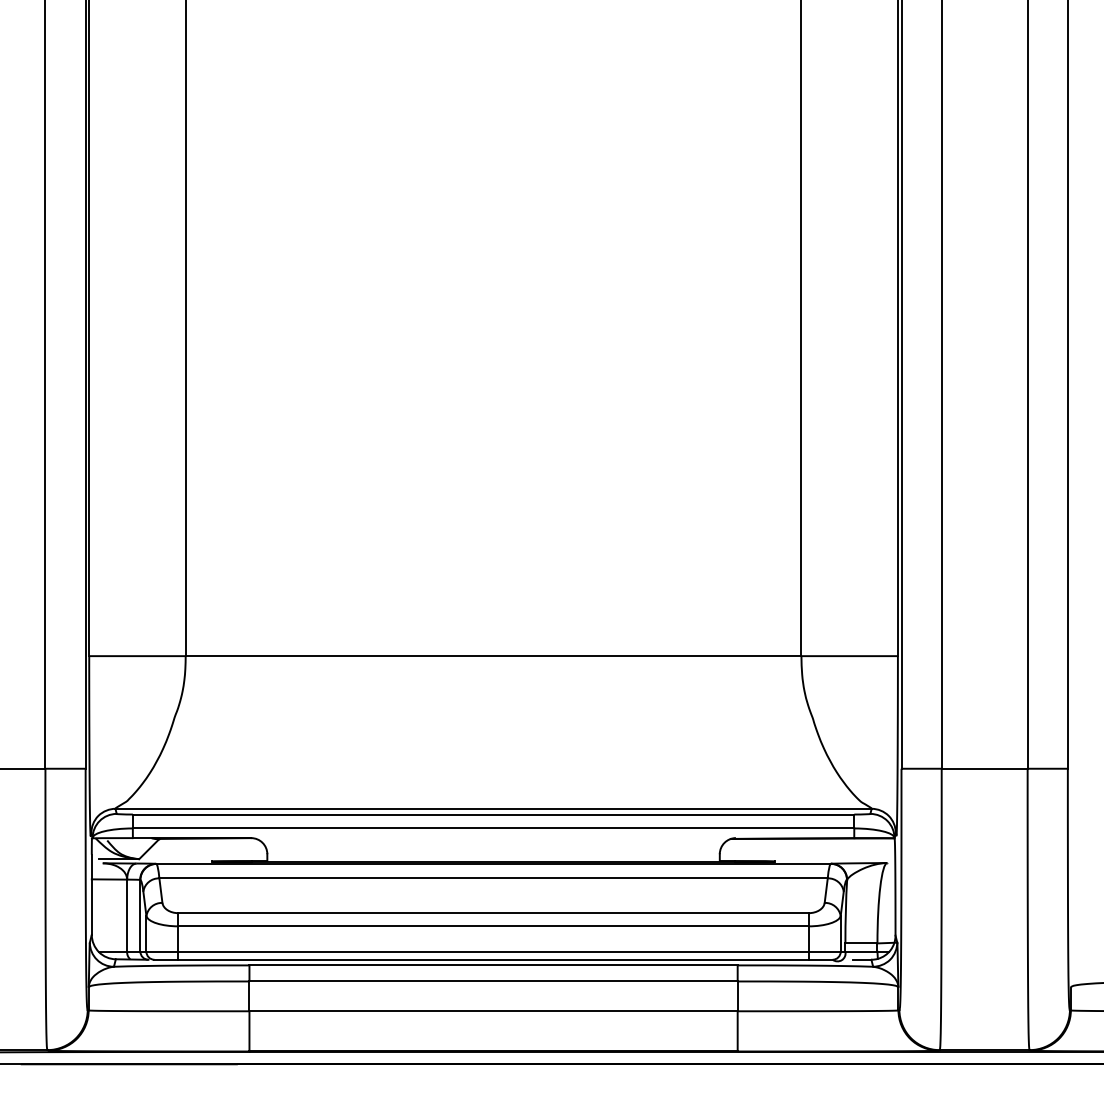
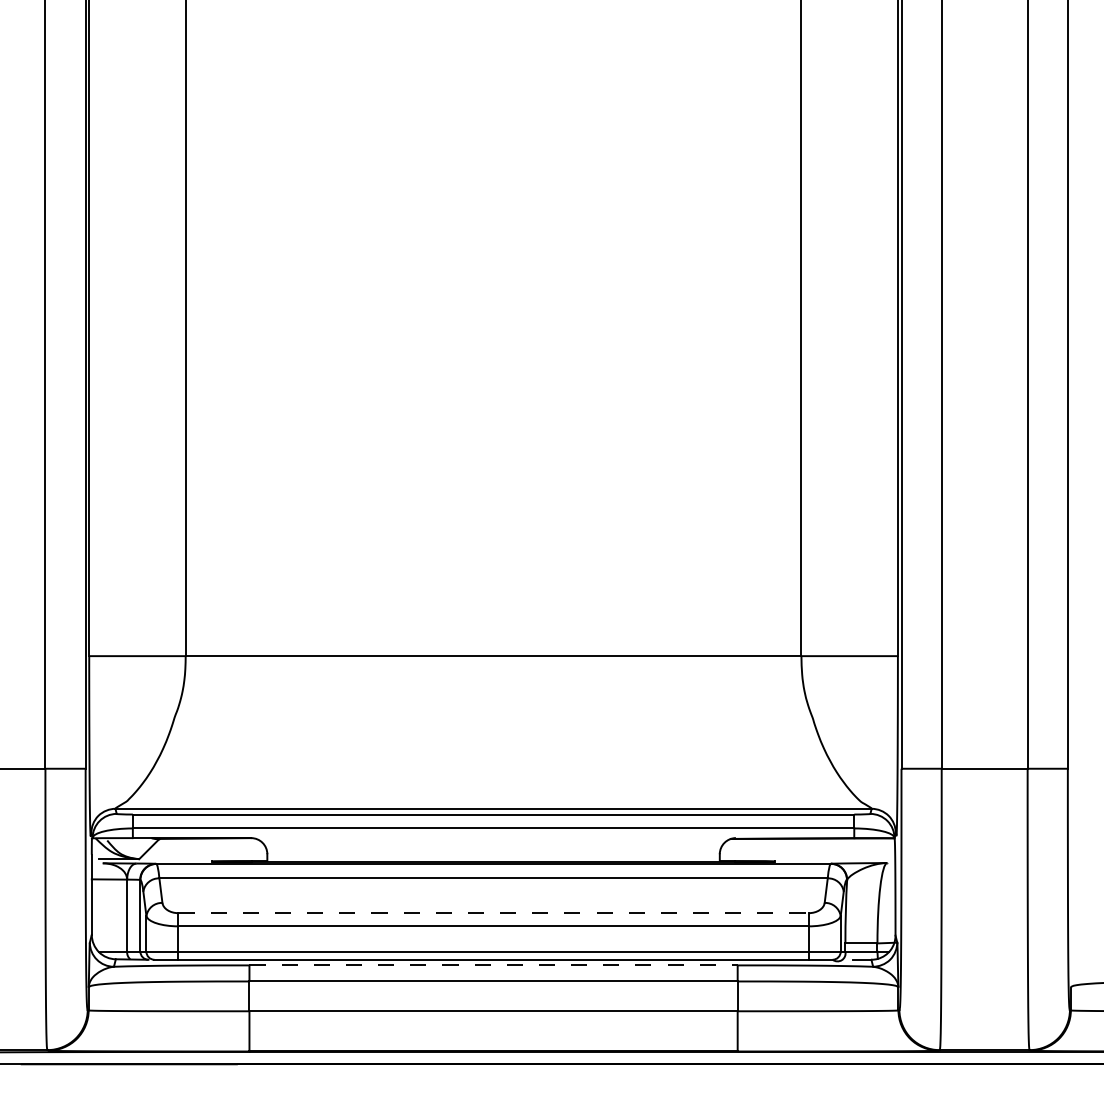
line at (494, 913): solid -> dashed
line at (494, 965): solid -> dashed
